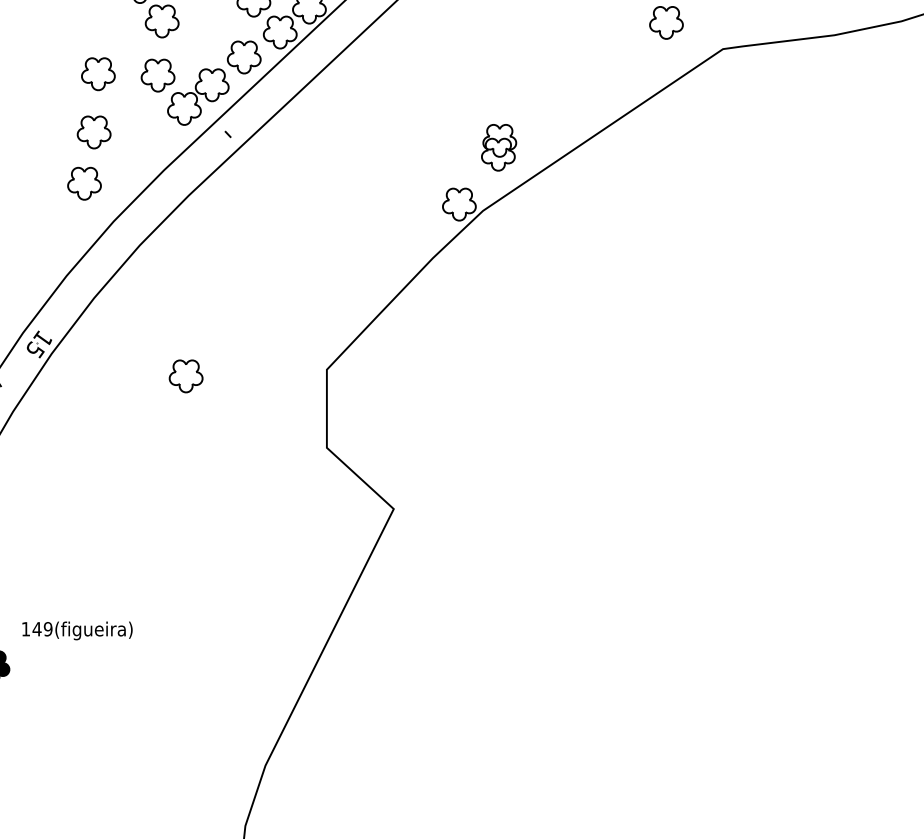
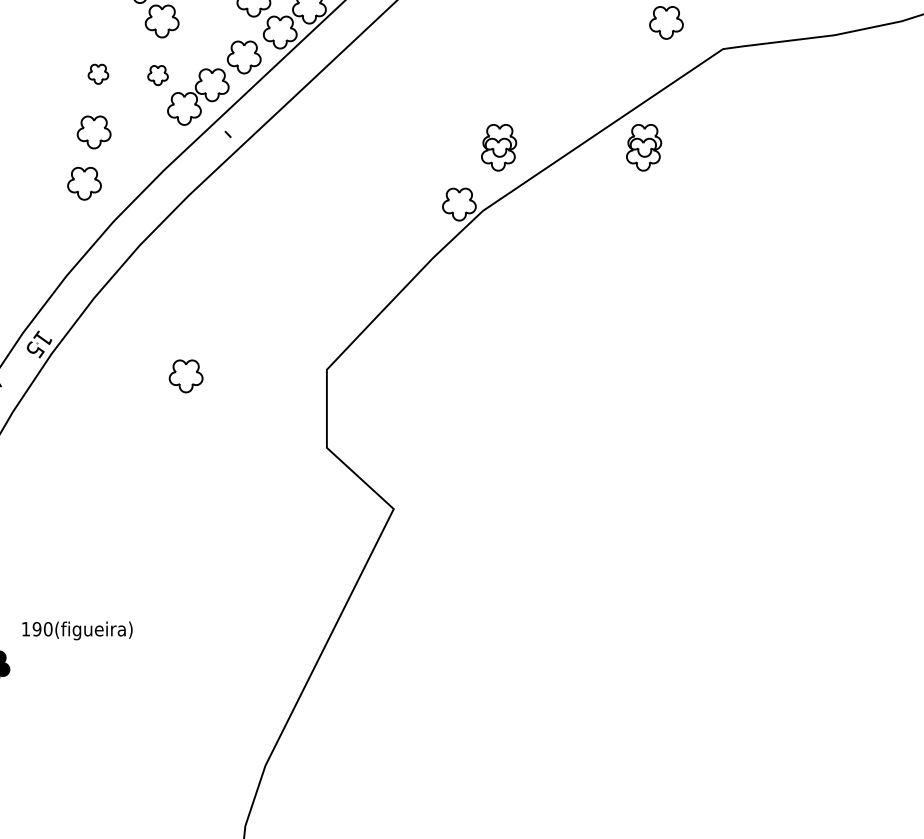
part at (98, 74) size: 35x35 px -> 23x22 px
part at (157, 75) size: 36x35 px -> 22x22 px
part at (644, 147): none -> present
text at (42, 629): 149(figueira) -> 190(figueira)
